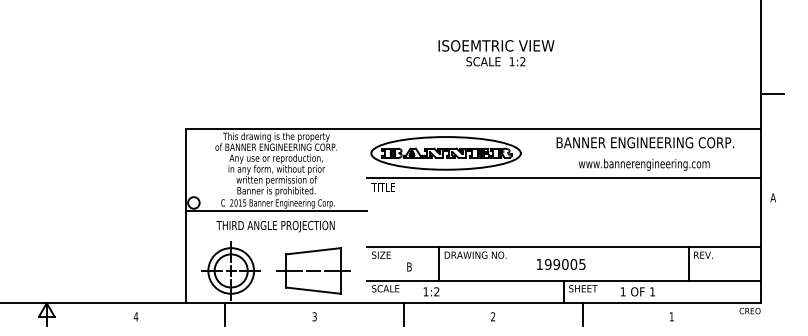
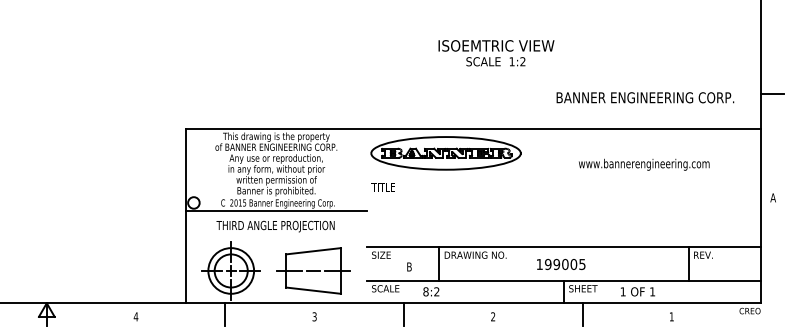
text at (645, 142) position: (645, 142) -> (645, 97)
line at (563, 178): present -> none
text at (425, 291): 1:2 -> 8:2
